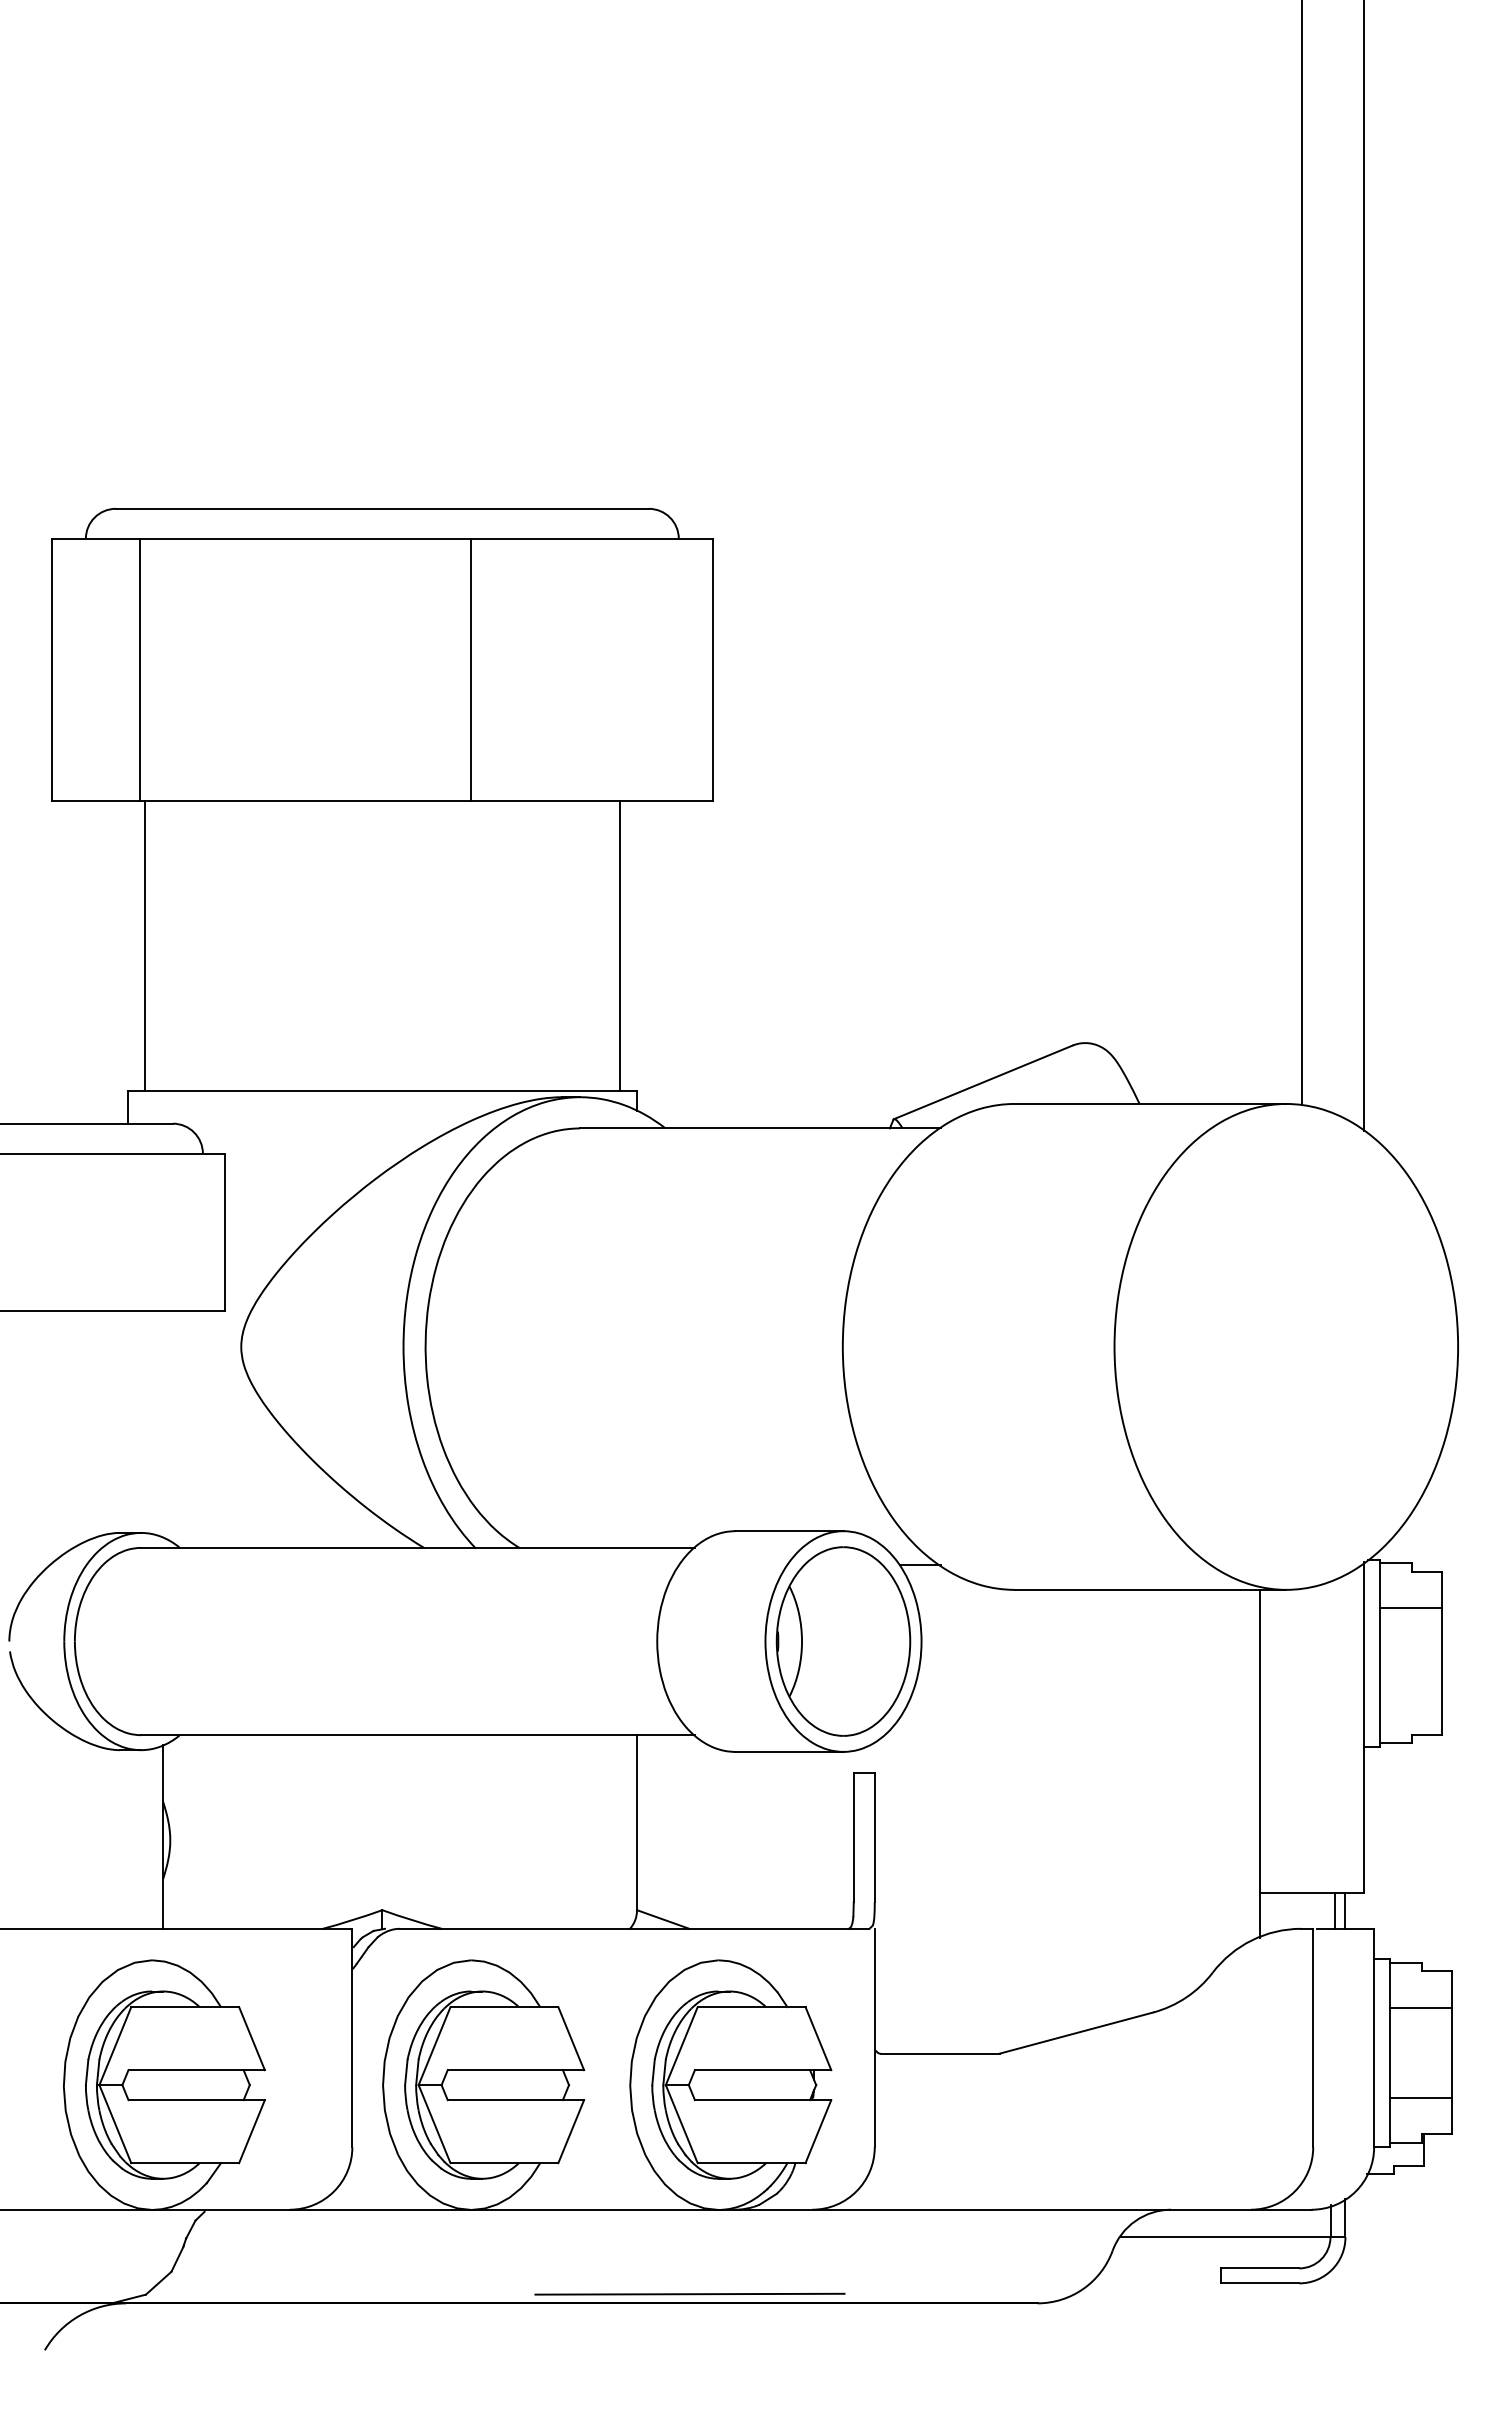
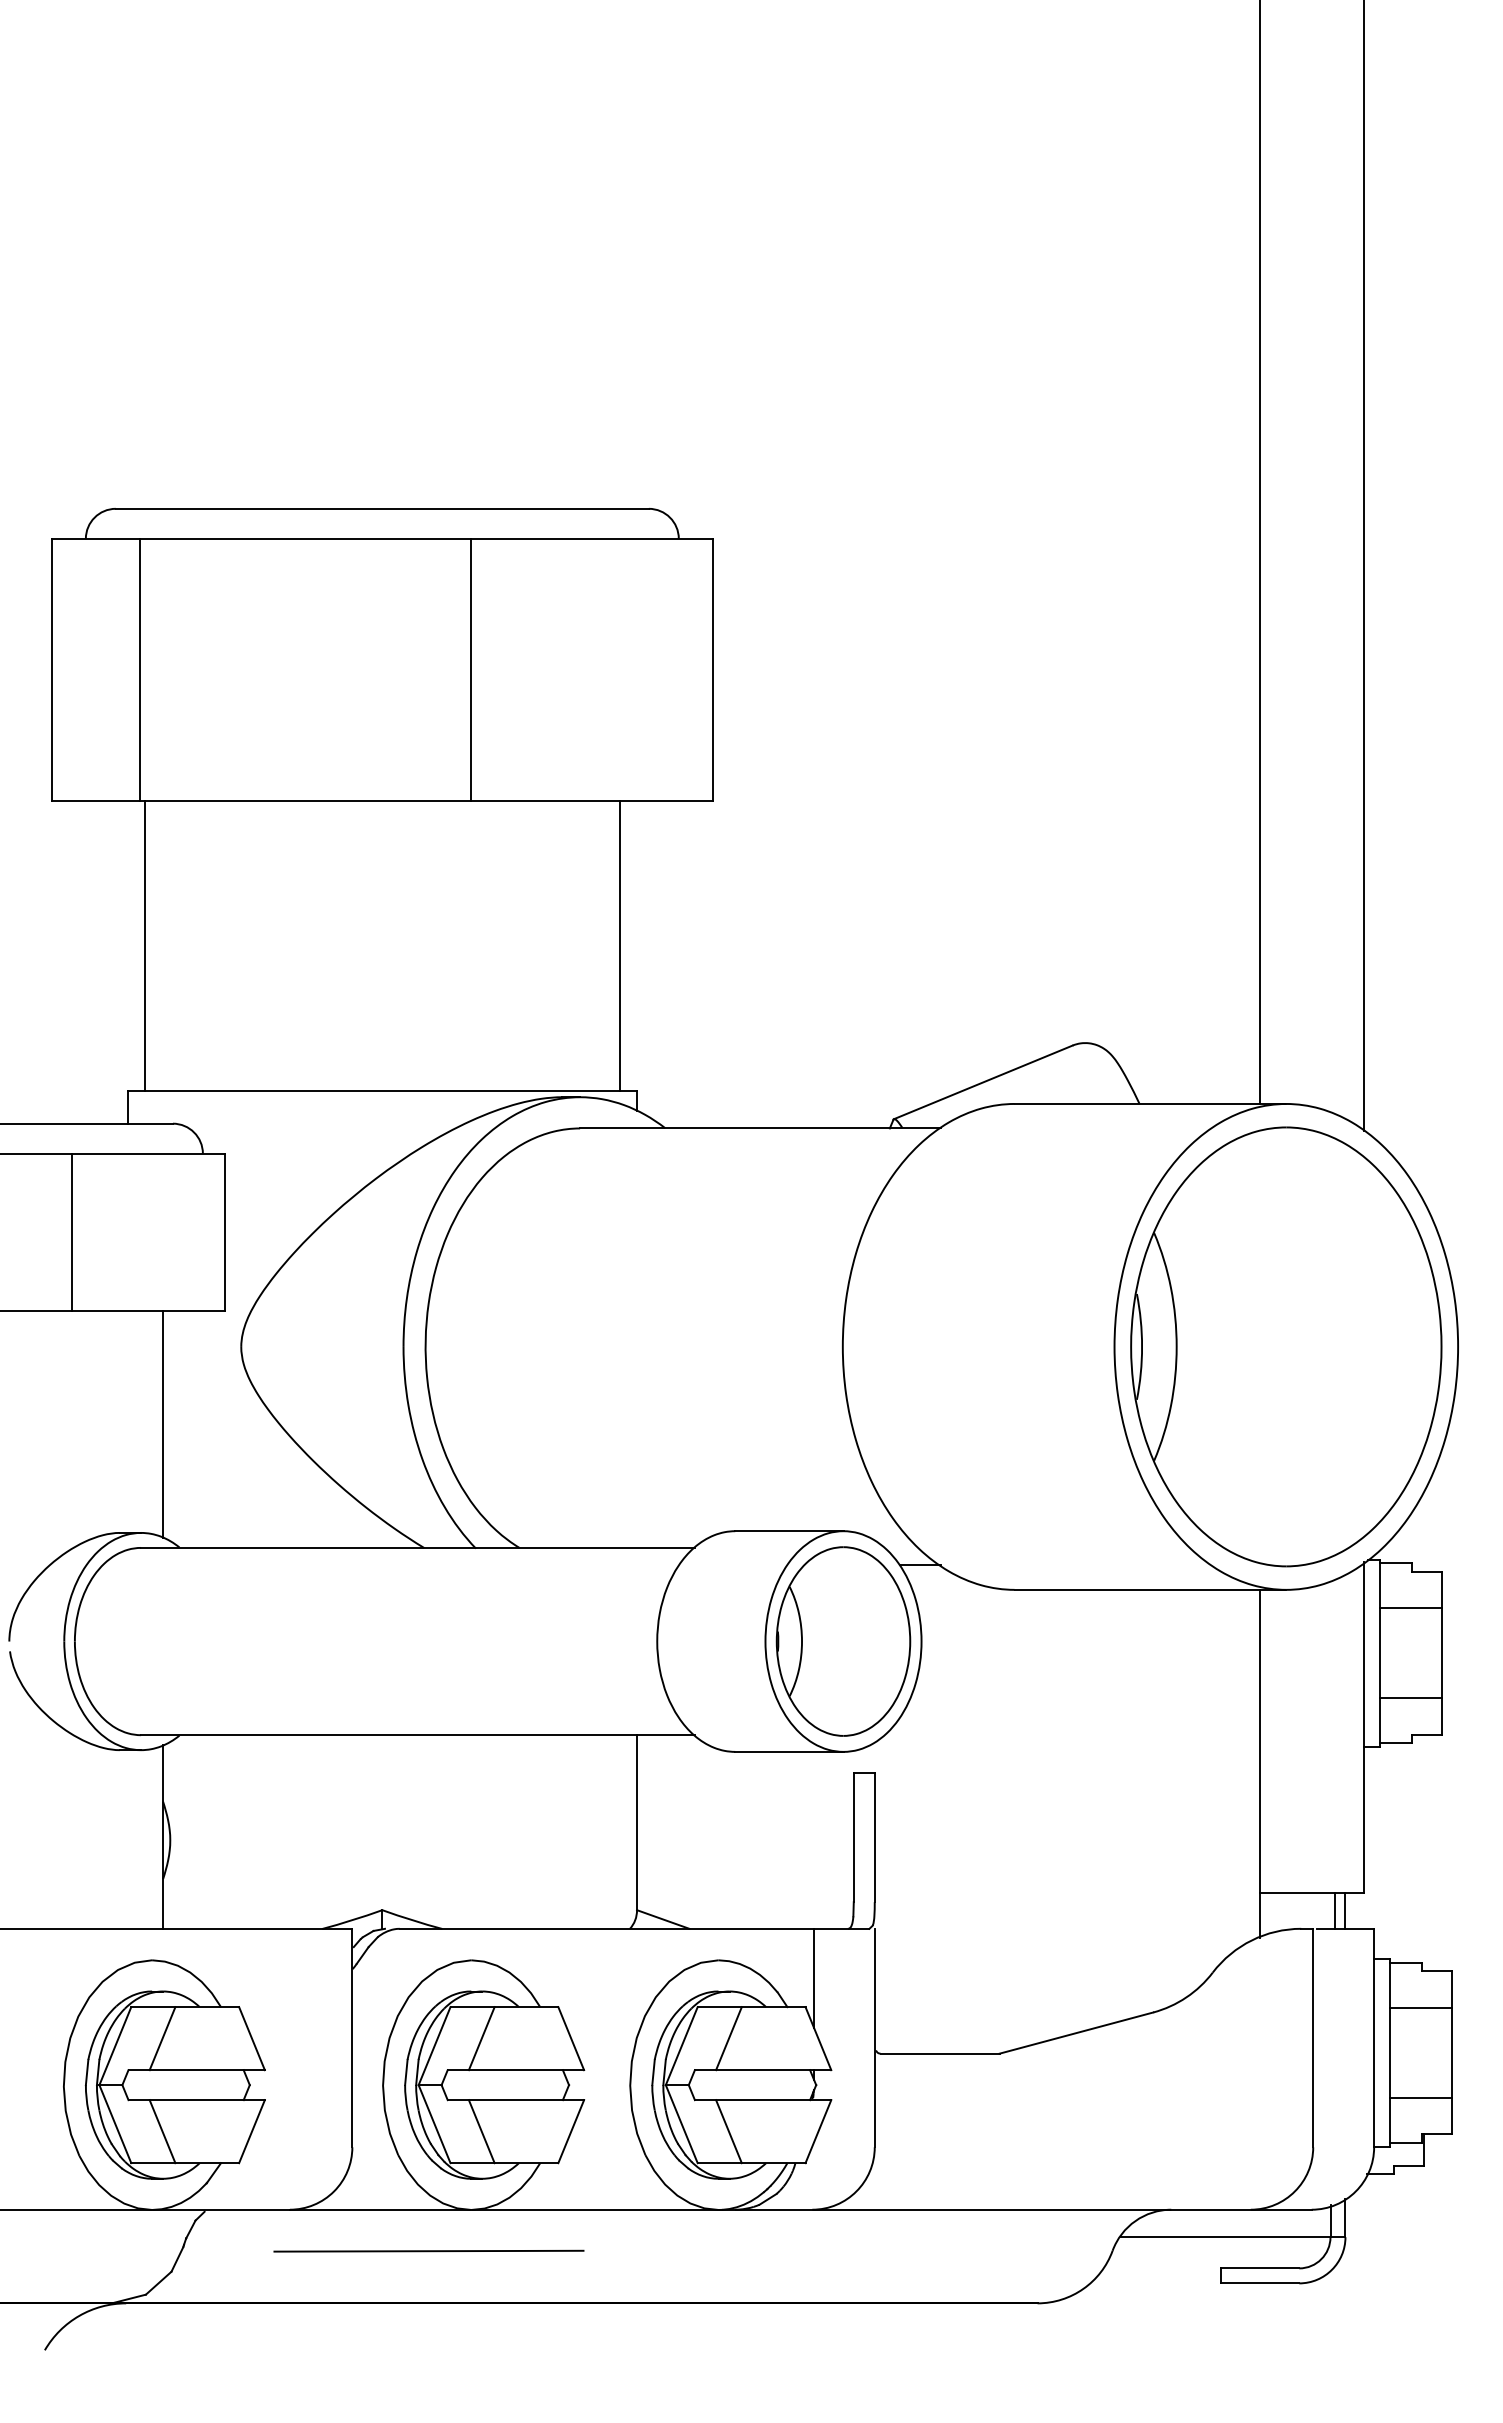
line at (1301, 552) position: (1301, 552) -> (1259, 552)
line at (71, 1231): none -> present
part at (1286, 1346): none -> present
line at (163, 1424): none -> present
line at (1410, 1698): none -> present
line at (814, 1977): none -> present
line at (162, 2038): none -> present
line at (481, 2038): none -> present
line at (728, 2038): none -> present
line at (162, 2131): none -> present
line at (481, 2131): none -> present
line at (728, 2131): none -> present
line at (689, 2293) position: (689, 2293) -> (428, 2250)
